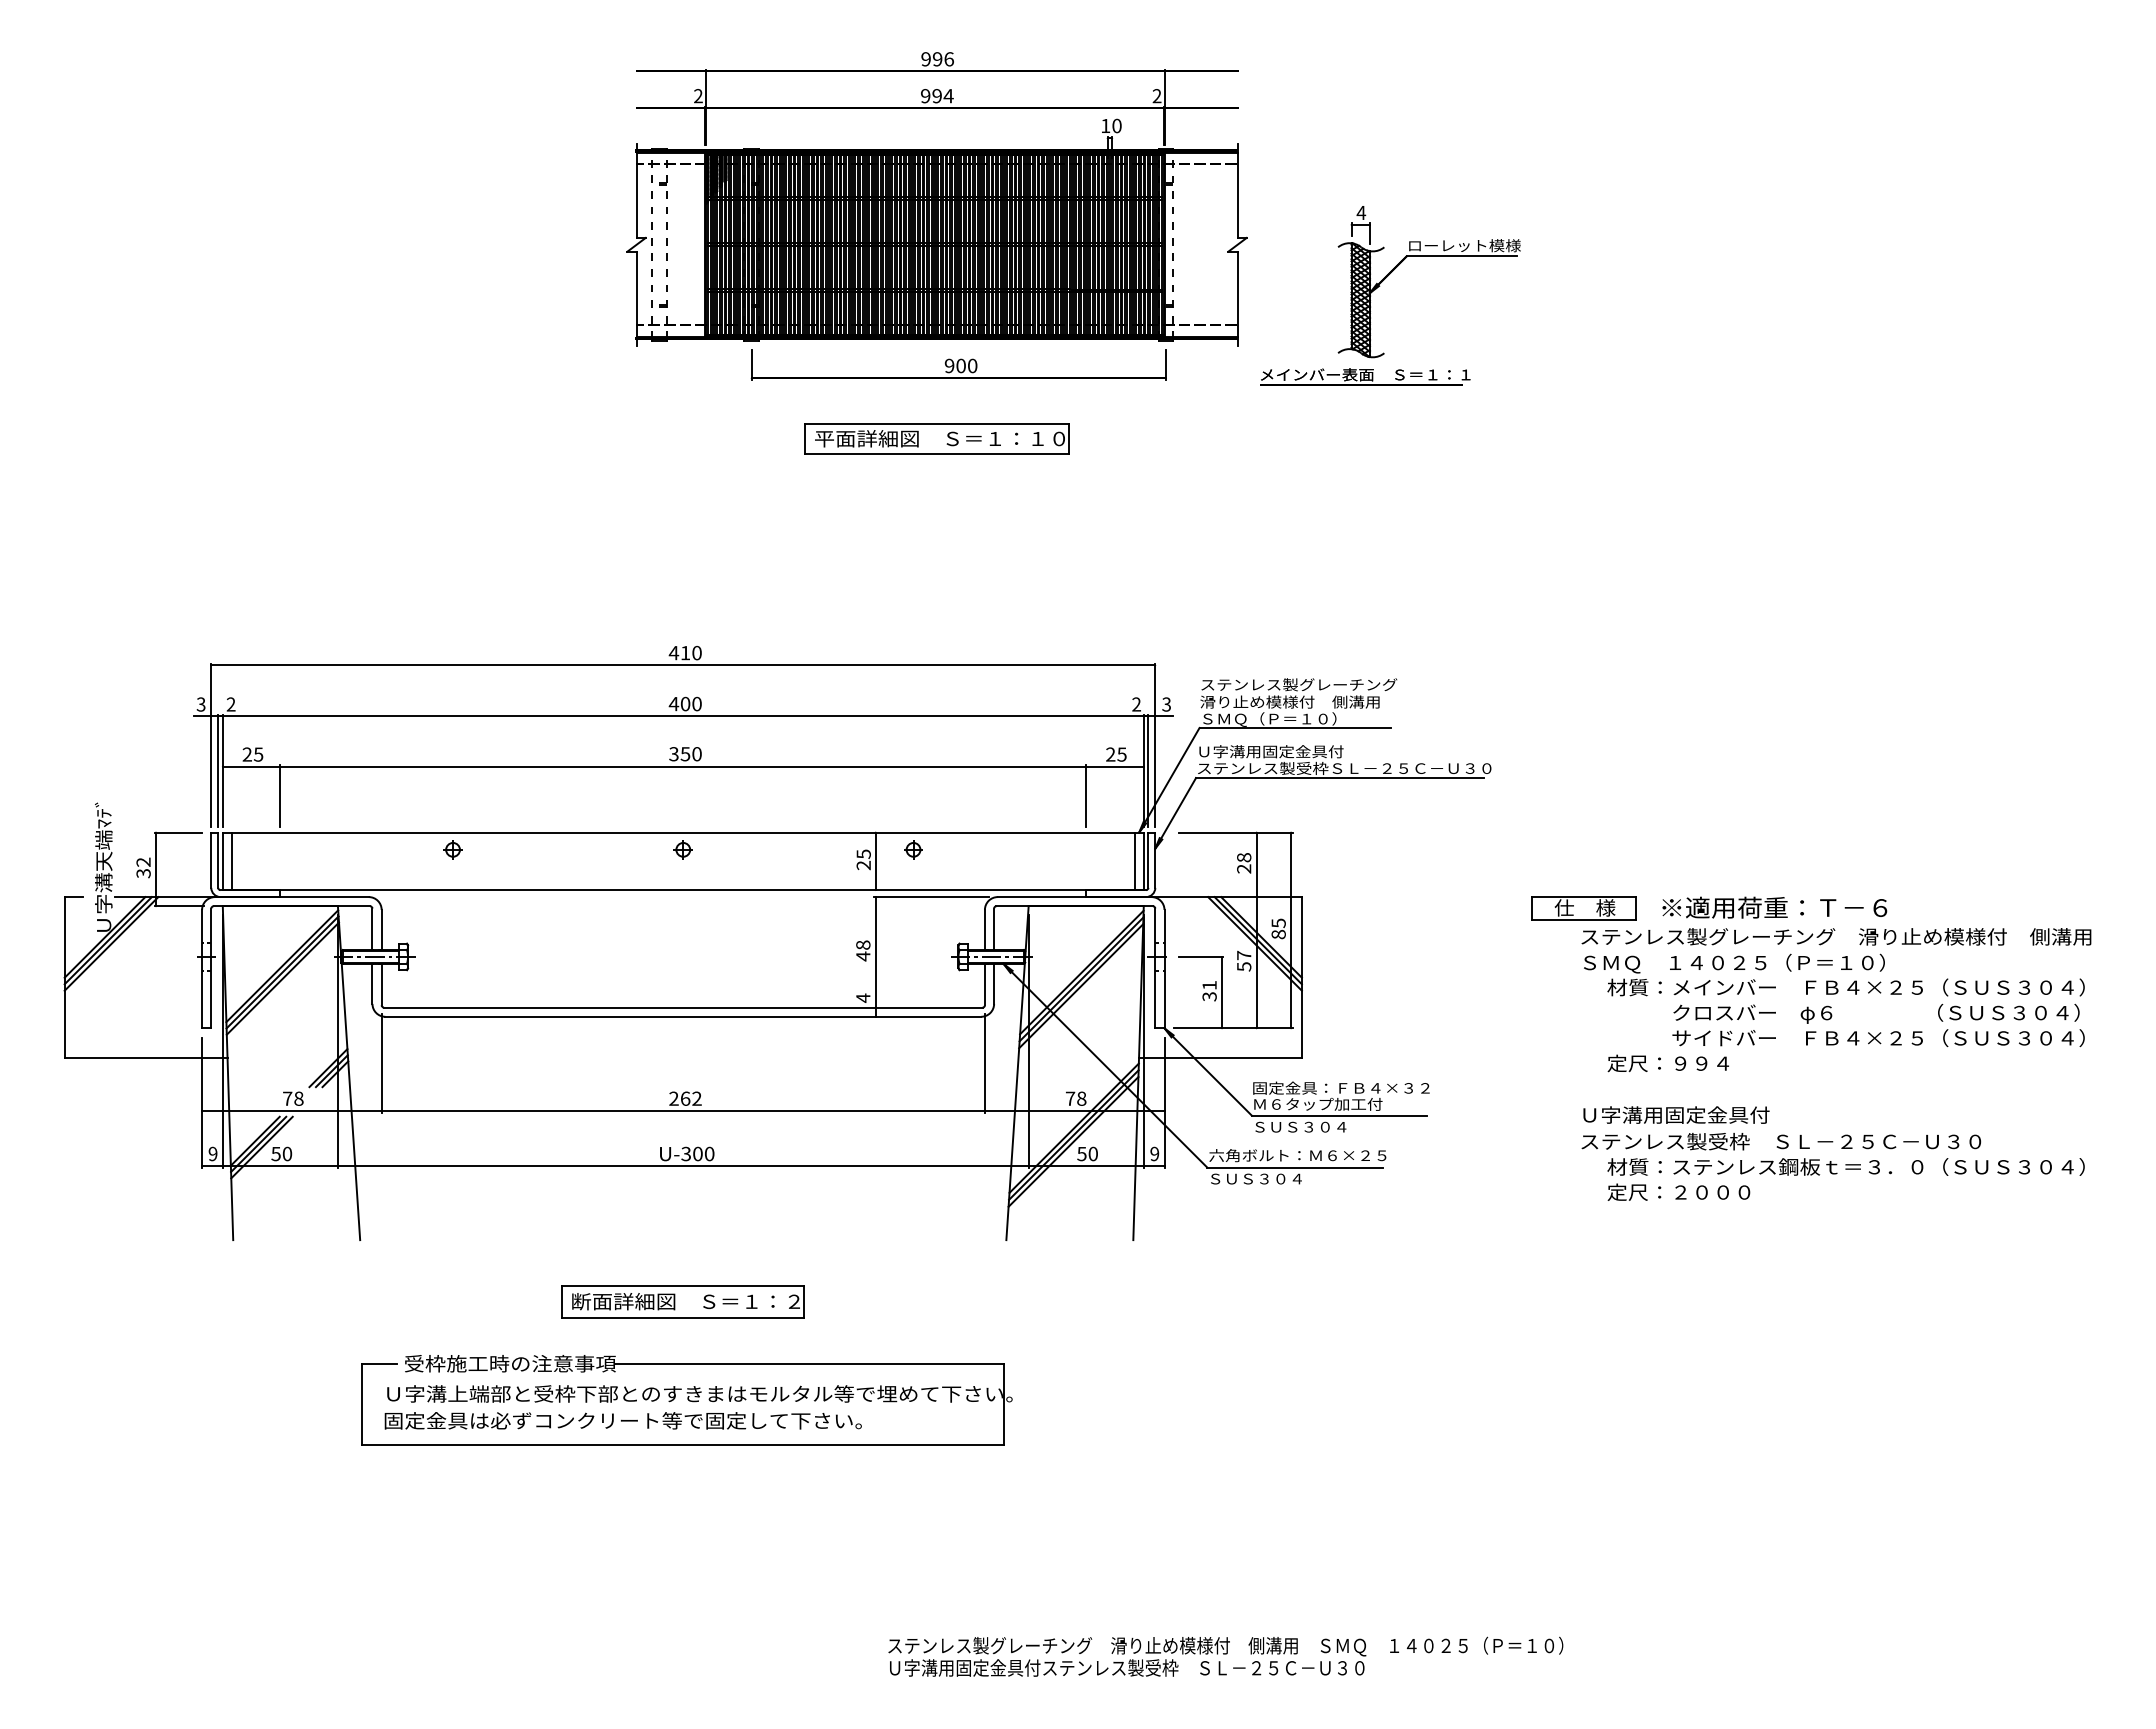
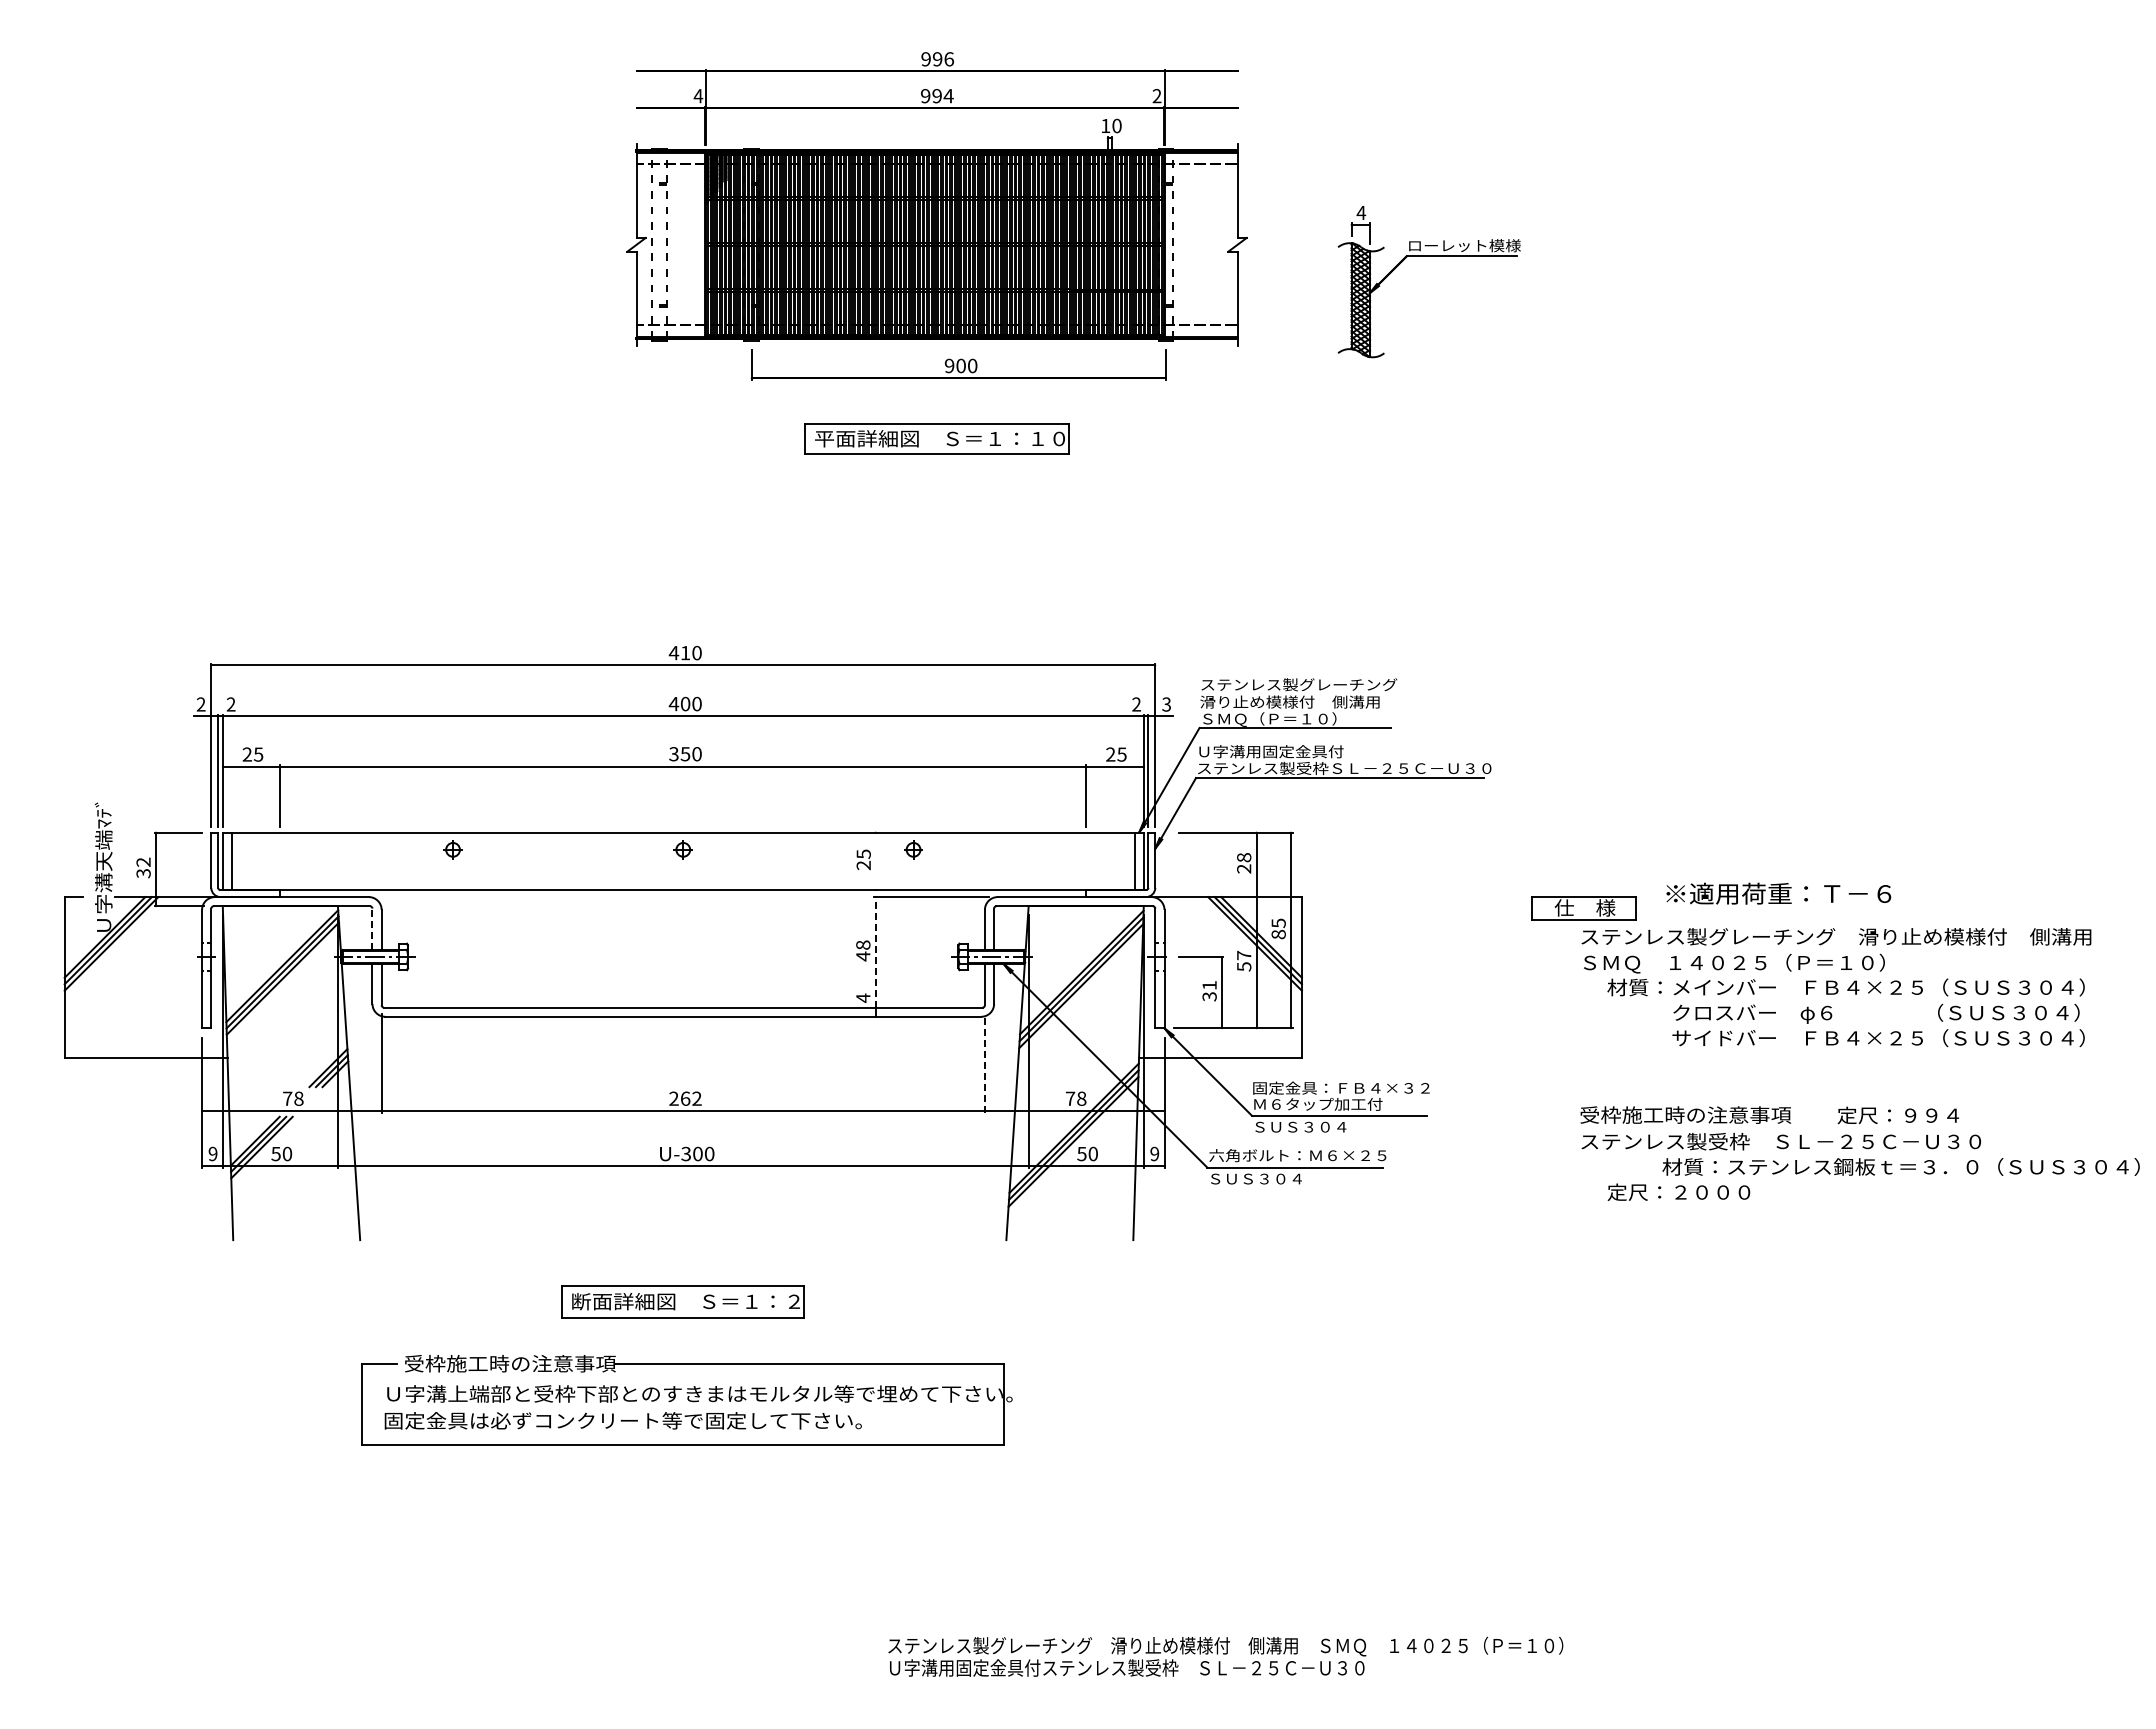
text at (698, 96): 2 -> 4
part at (1365, 376): present -> none
text at (200, 704): 3 -> 2
line at (875, 861): present -> none
text at (1774, 907) position: (1774, 907) -> (1778, 893)
line at (372, 929): solid -> dashed
line at (875, 951): solid -> dashed
line at (984, 1063): solid -> dashed
text at (1667, 1063) position: (1667, 1063) -> (1897, 1115)
text at (1685, 1114): Ｕ字溝用固定金具付 -> 受枠施工時の注意事項
text at (1845, 1166) position: (1845, 1166) -> (1900, 1166)
